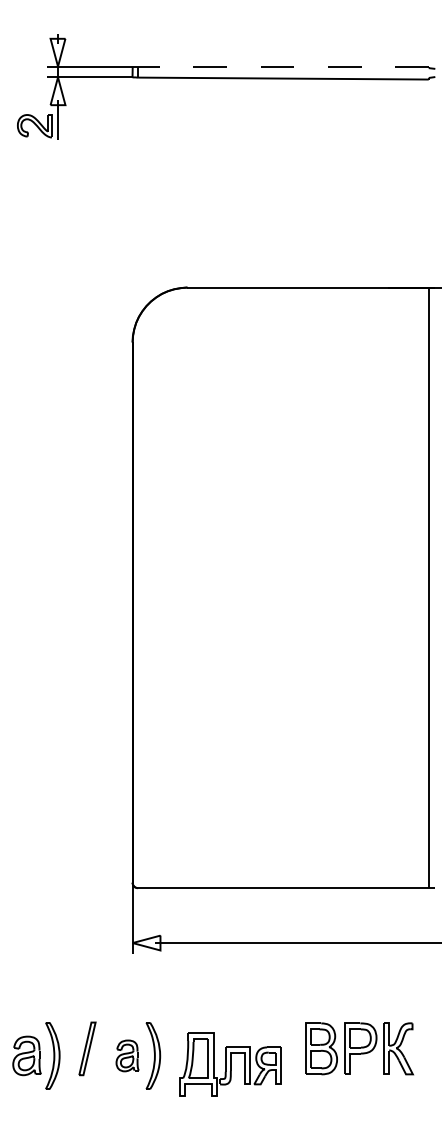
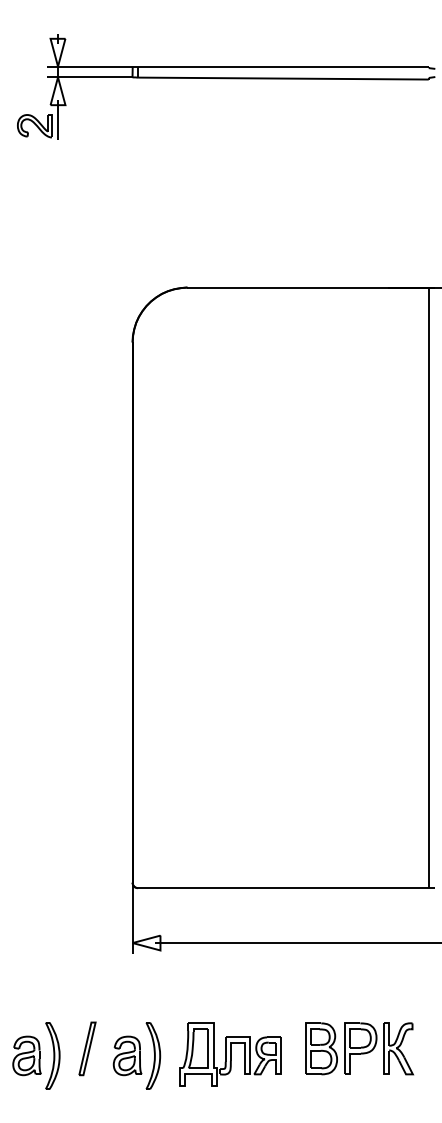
line at (282, 66): dashed -> solid
part at (127, 1055) size: 25x34 px -> 31x42 px
part at (230, 1064) position: (230, 1064) -> (230, 1054)
